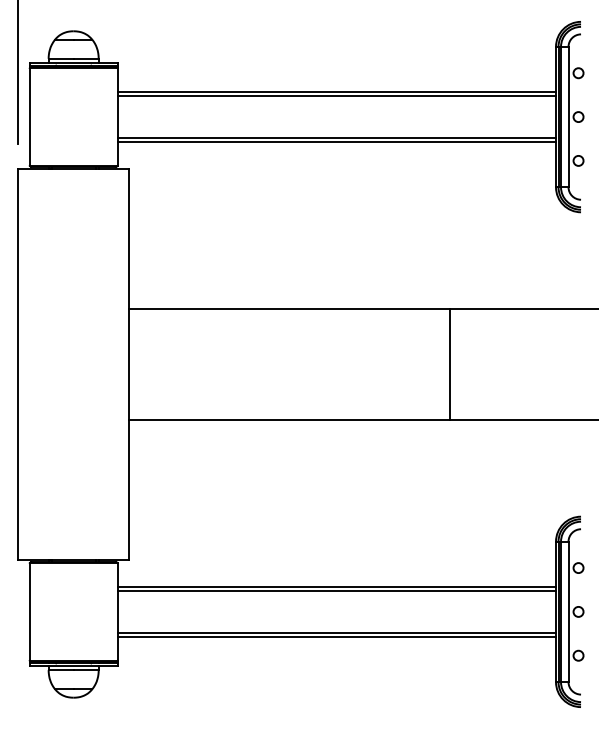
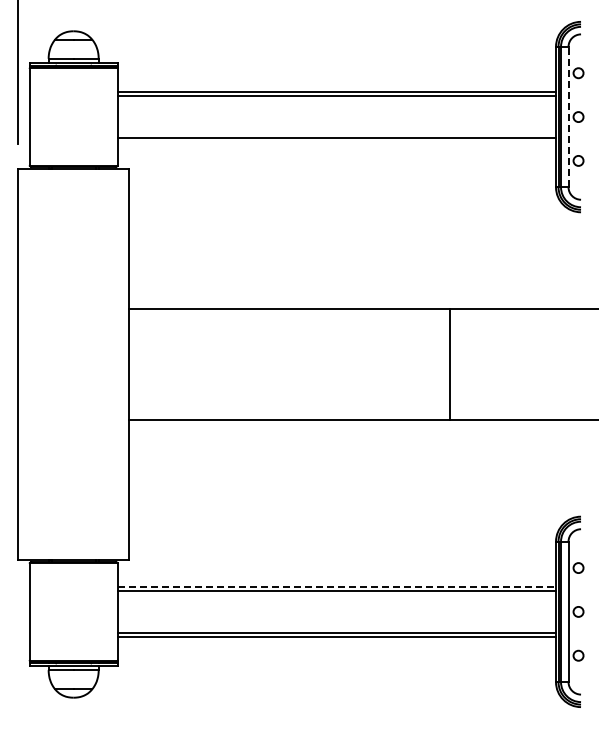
line at (568, 116): solid -> dashed
line at (336, 142): present -> none
line at (337, 586): solid -> dashed
